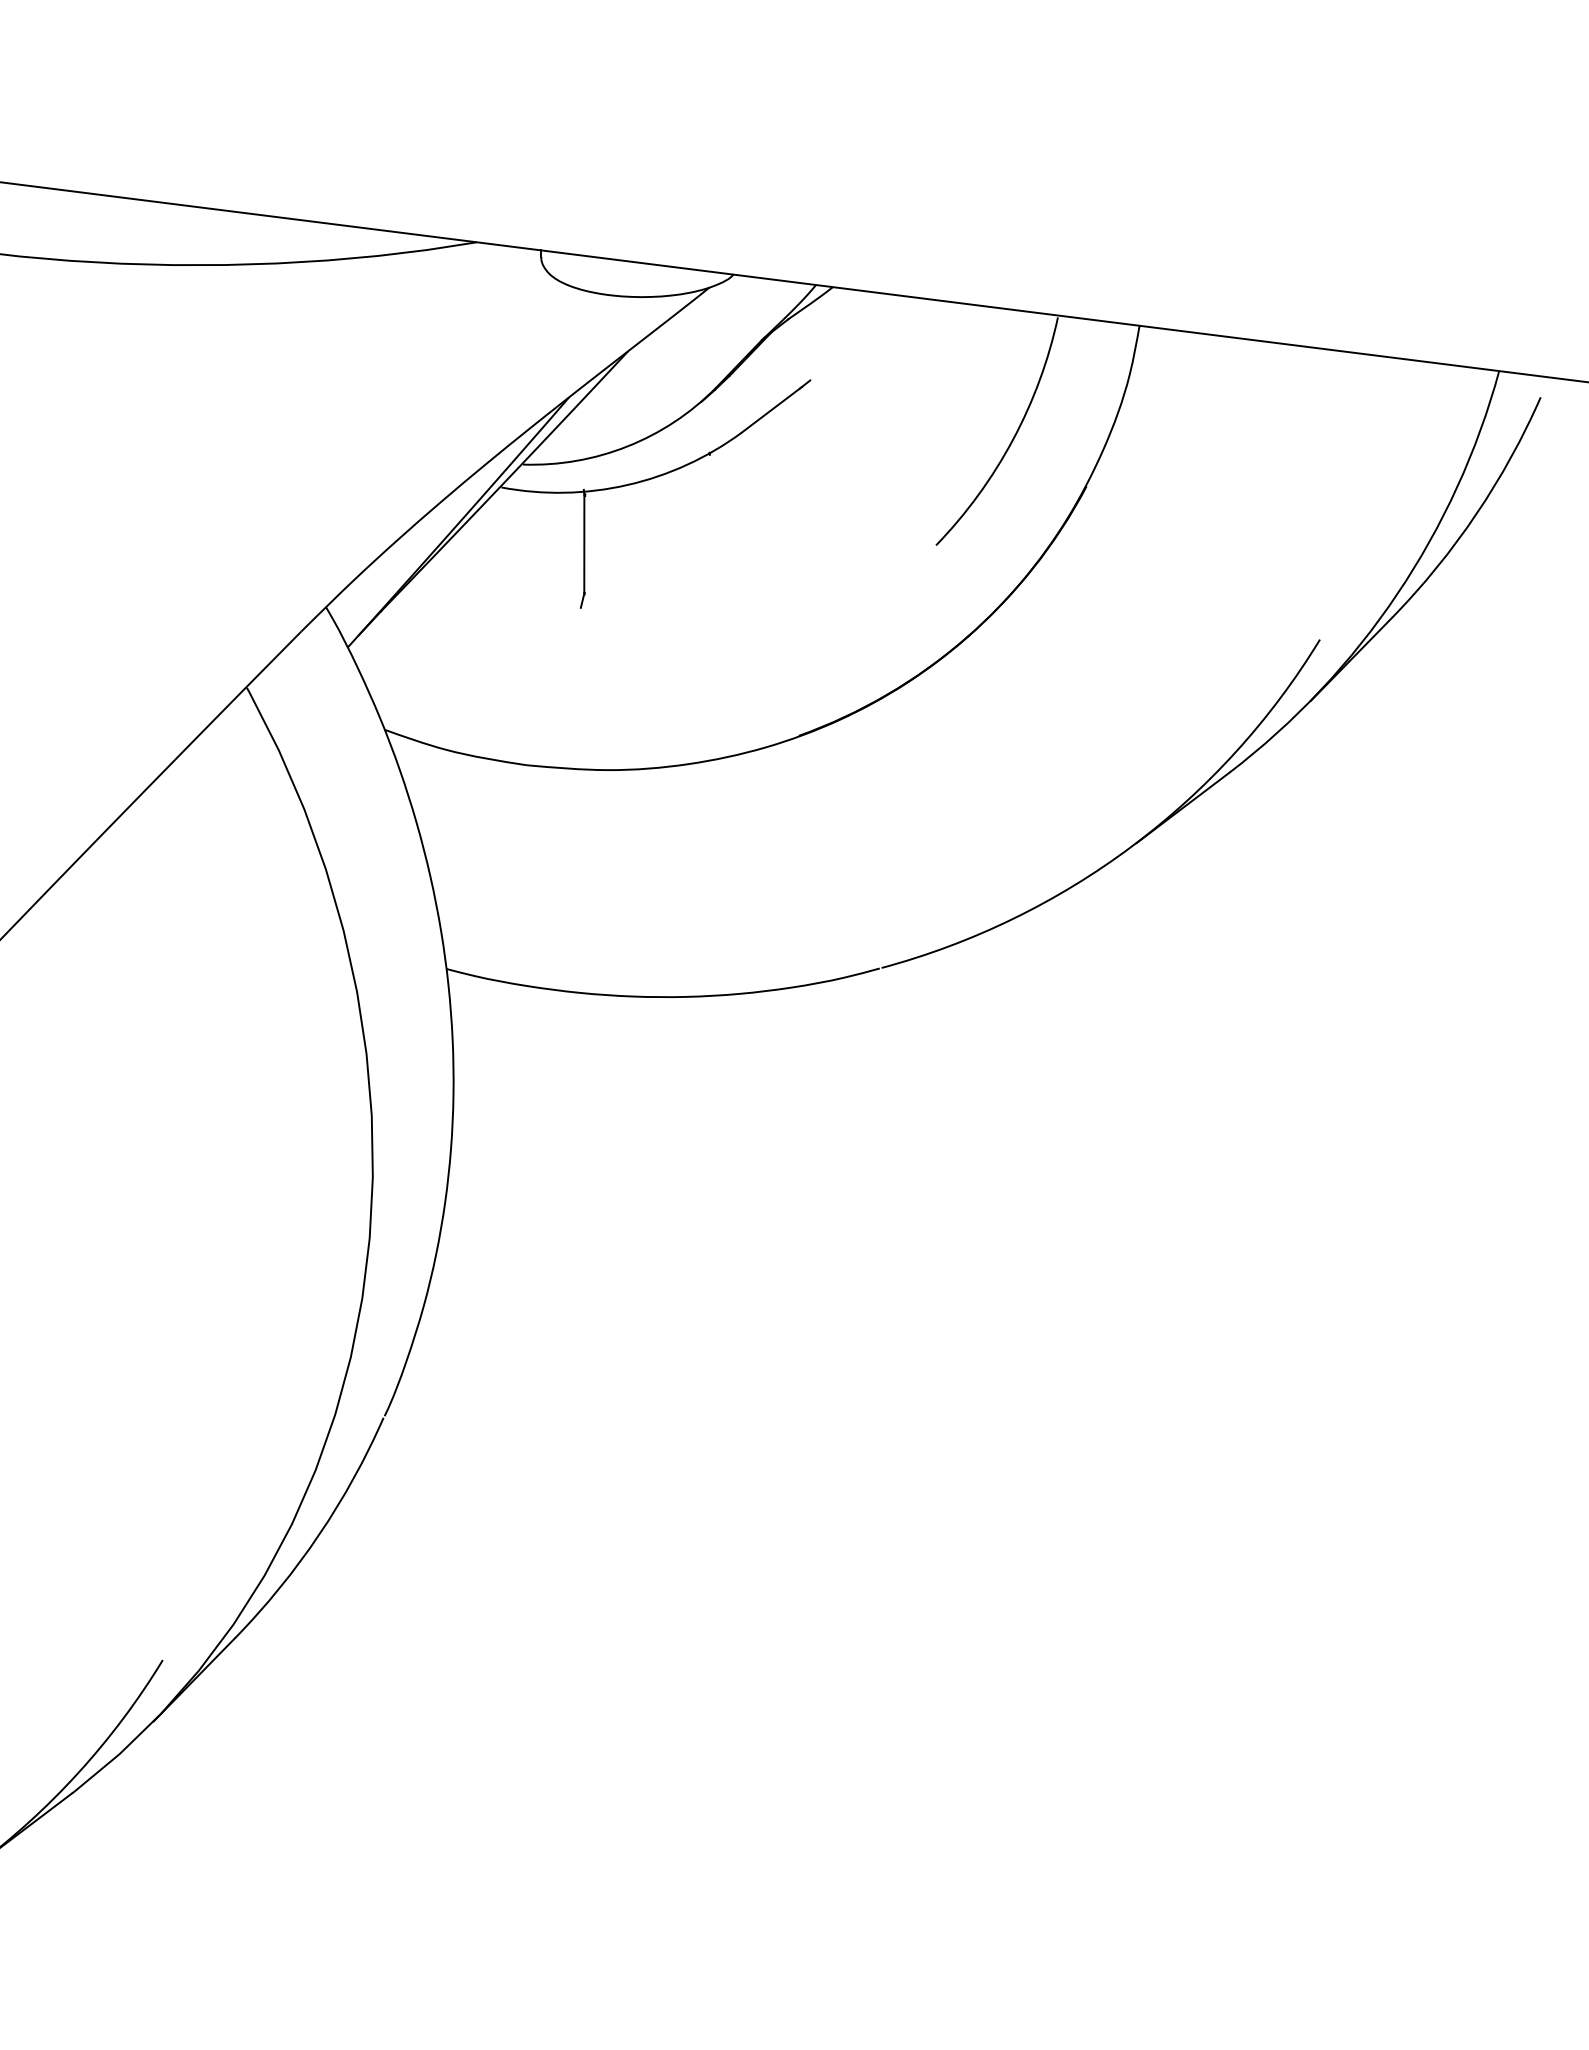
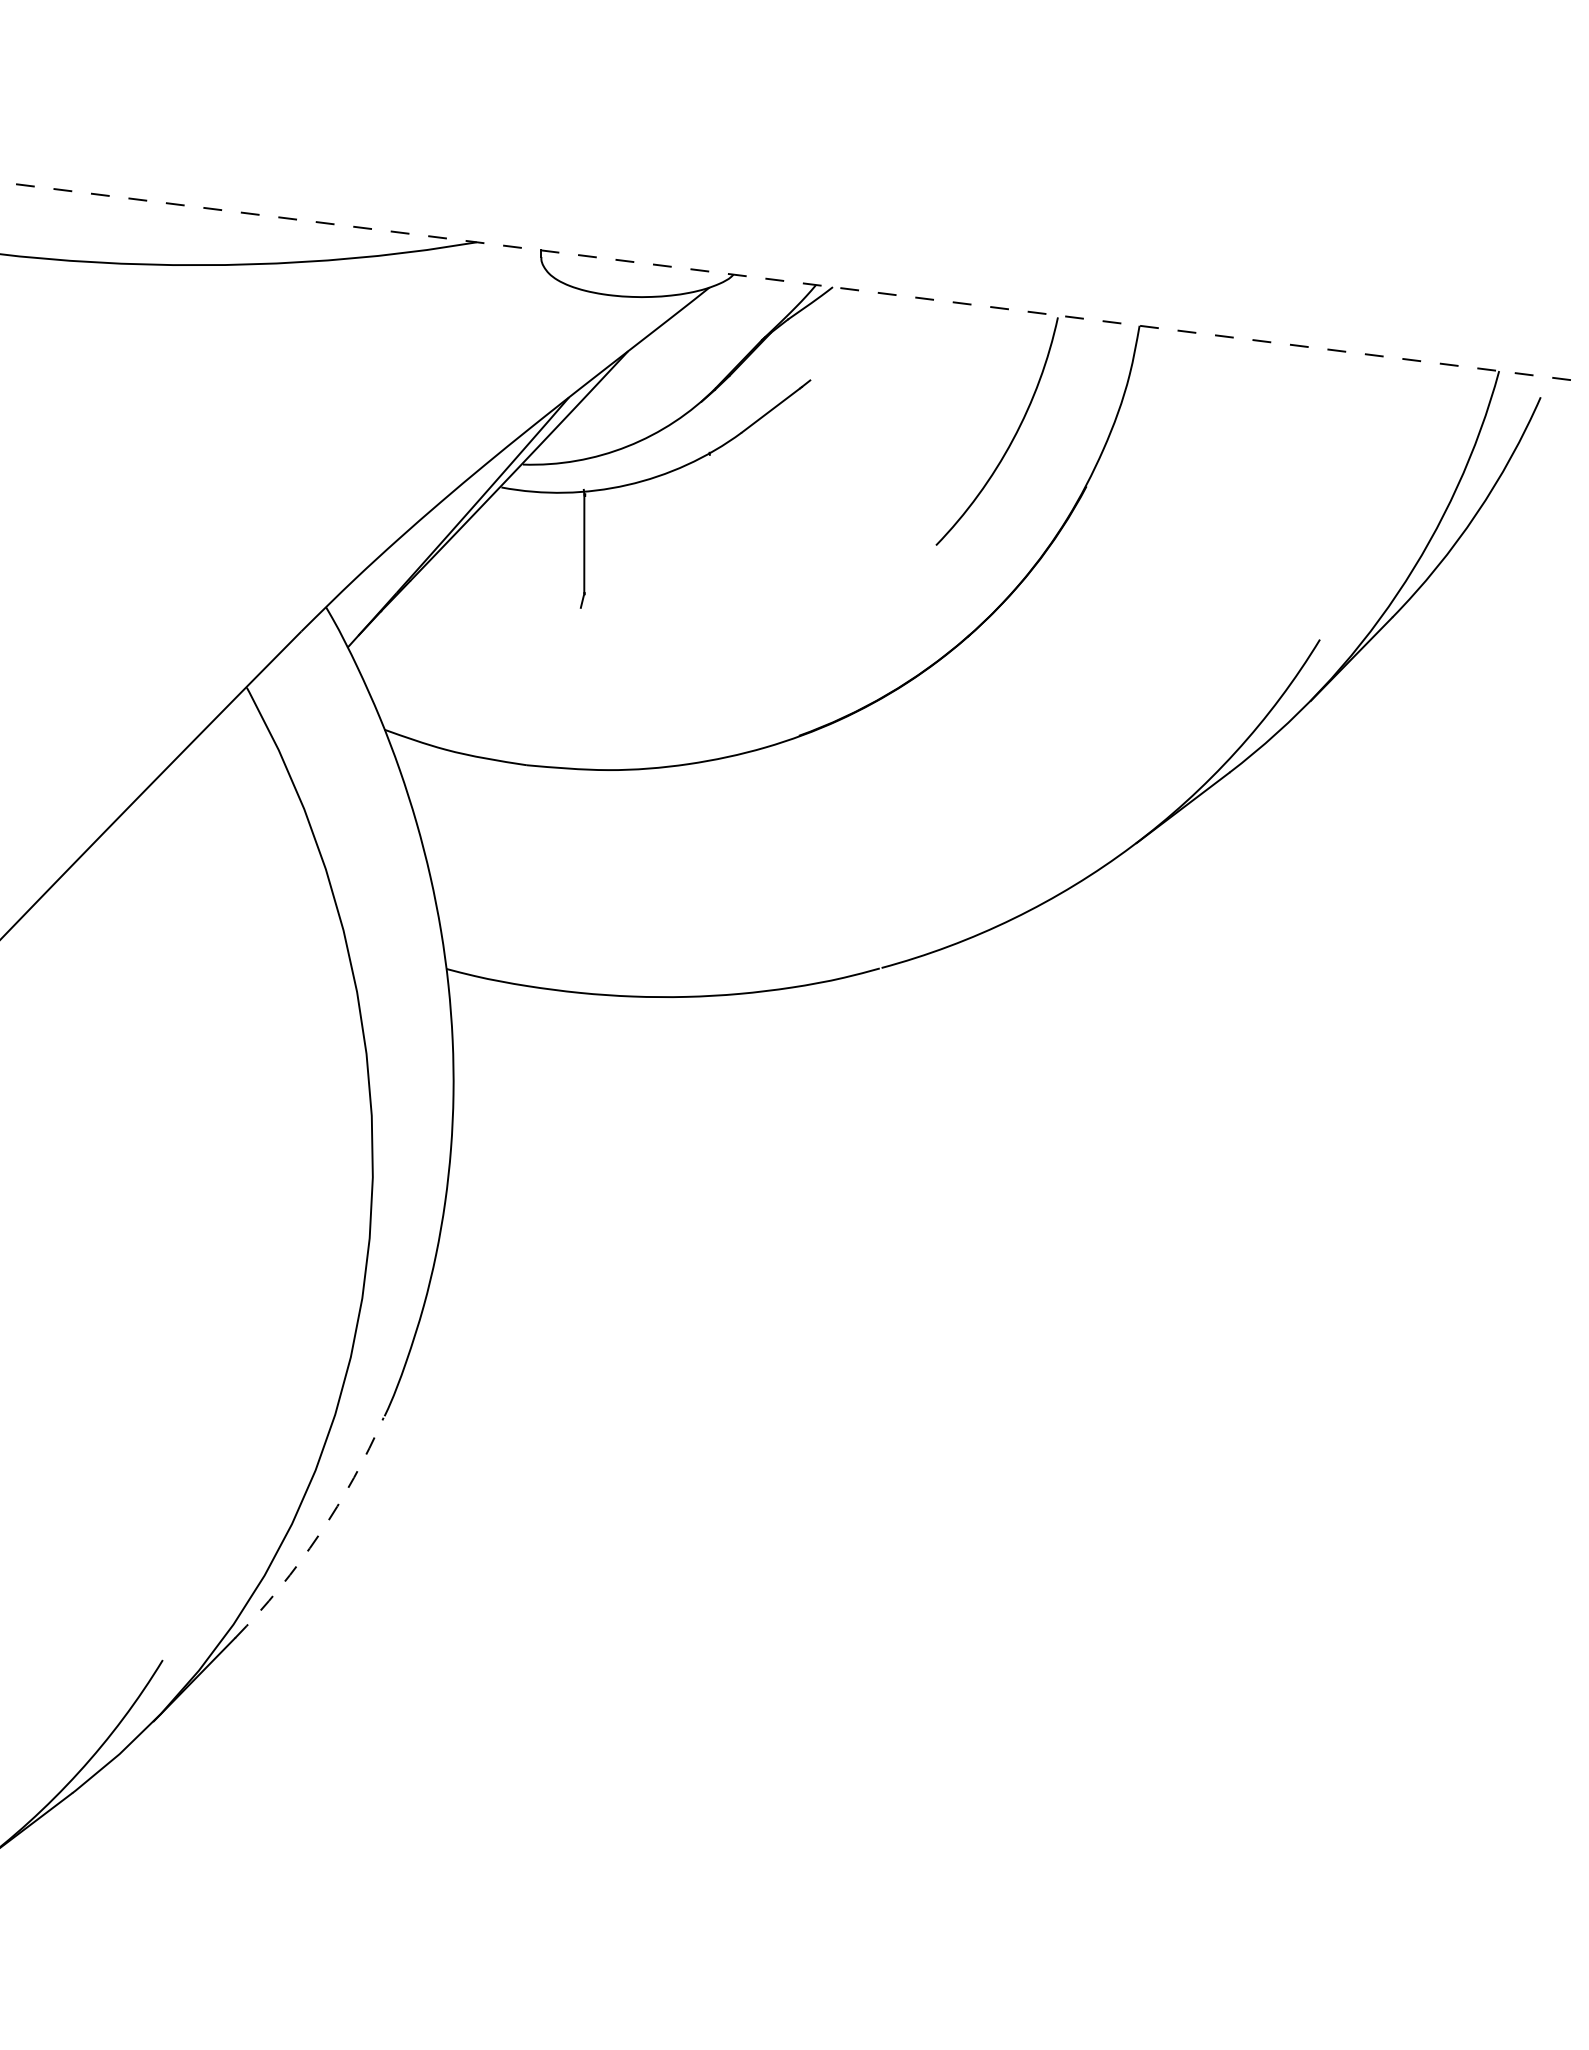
line at (794, 282): solid -> dashed
arc at (319, 1534): solid -> dashed
